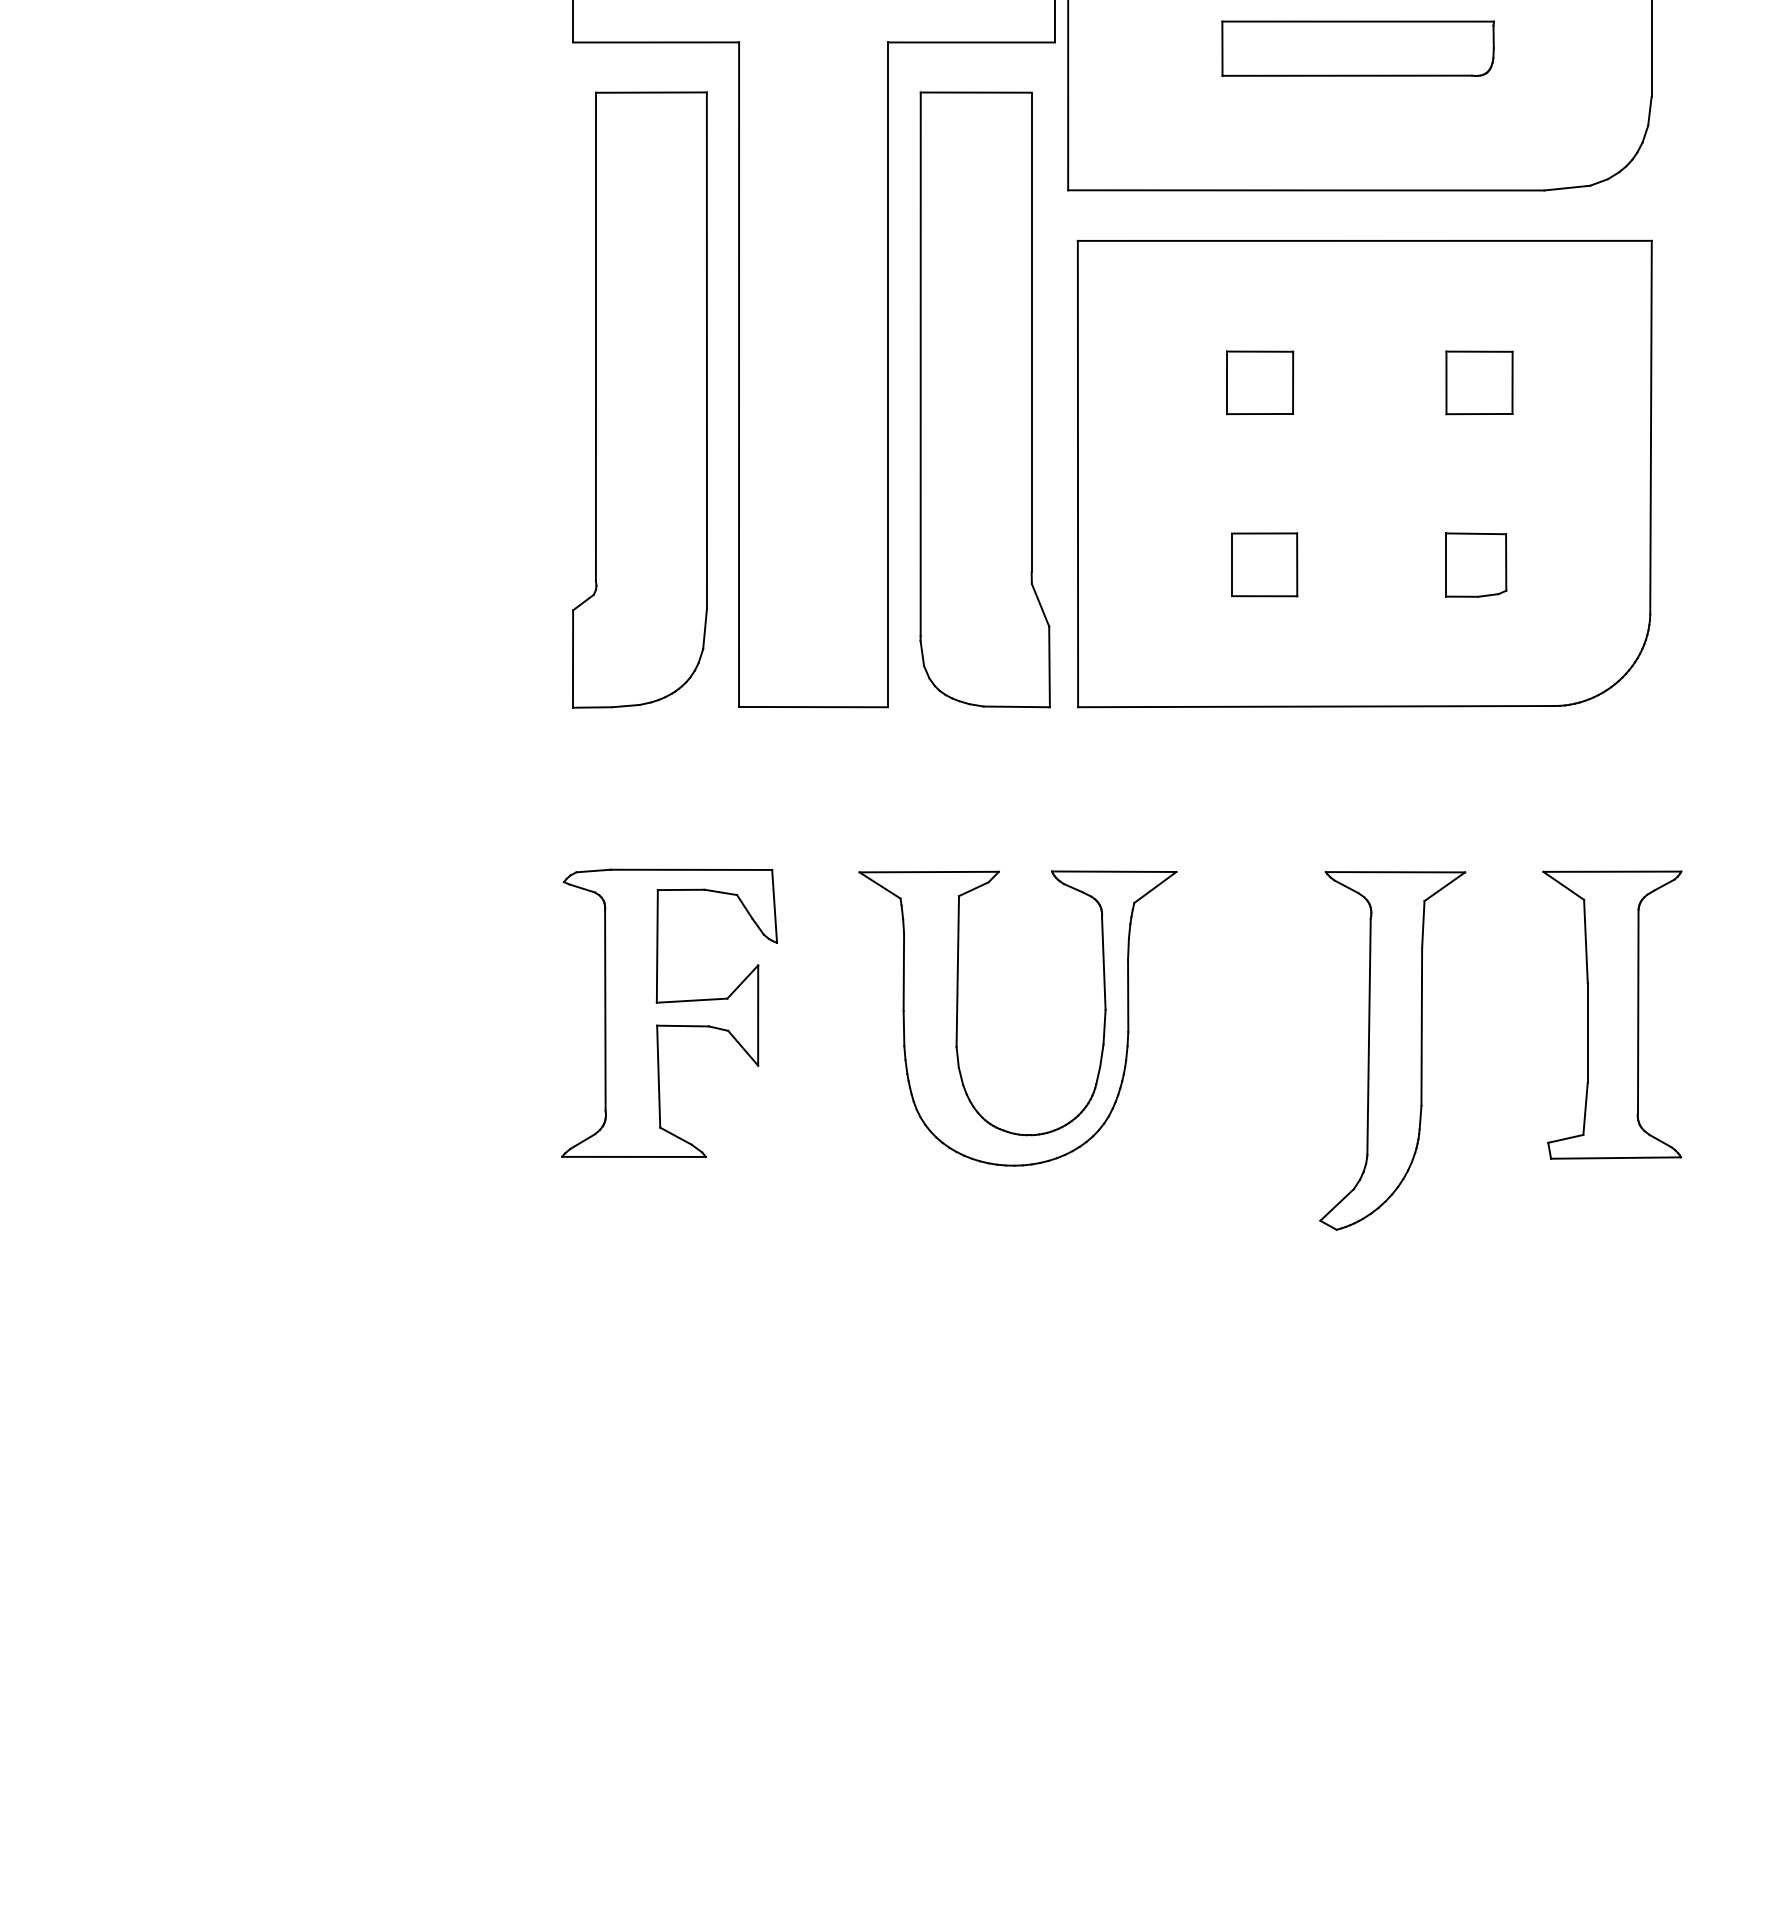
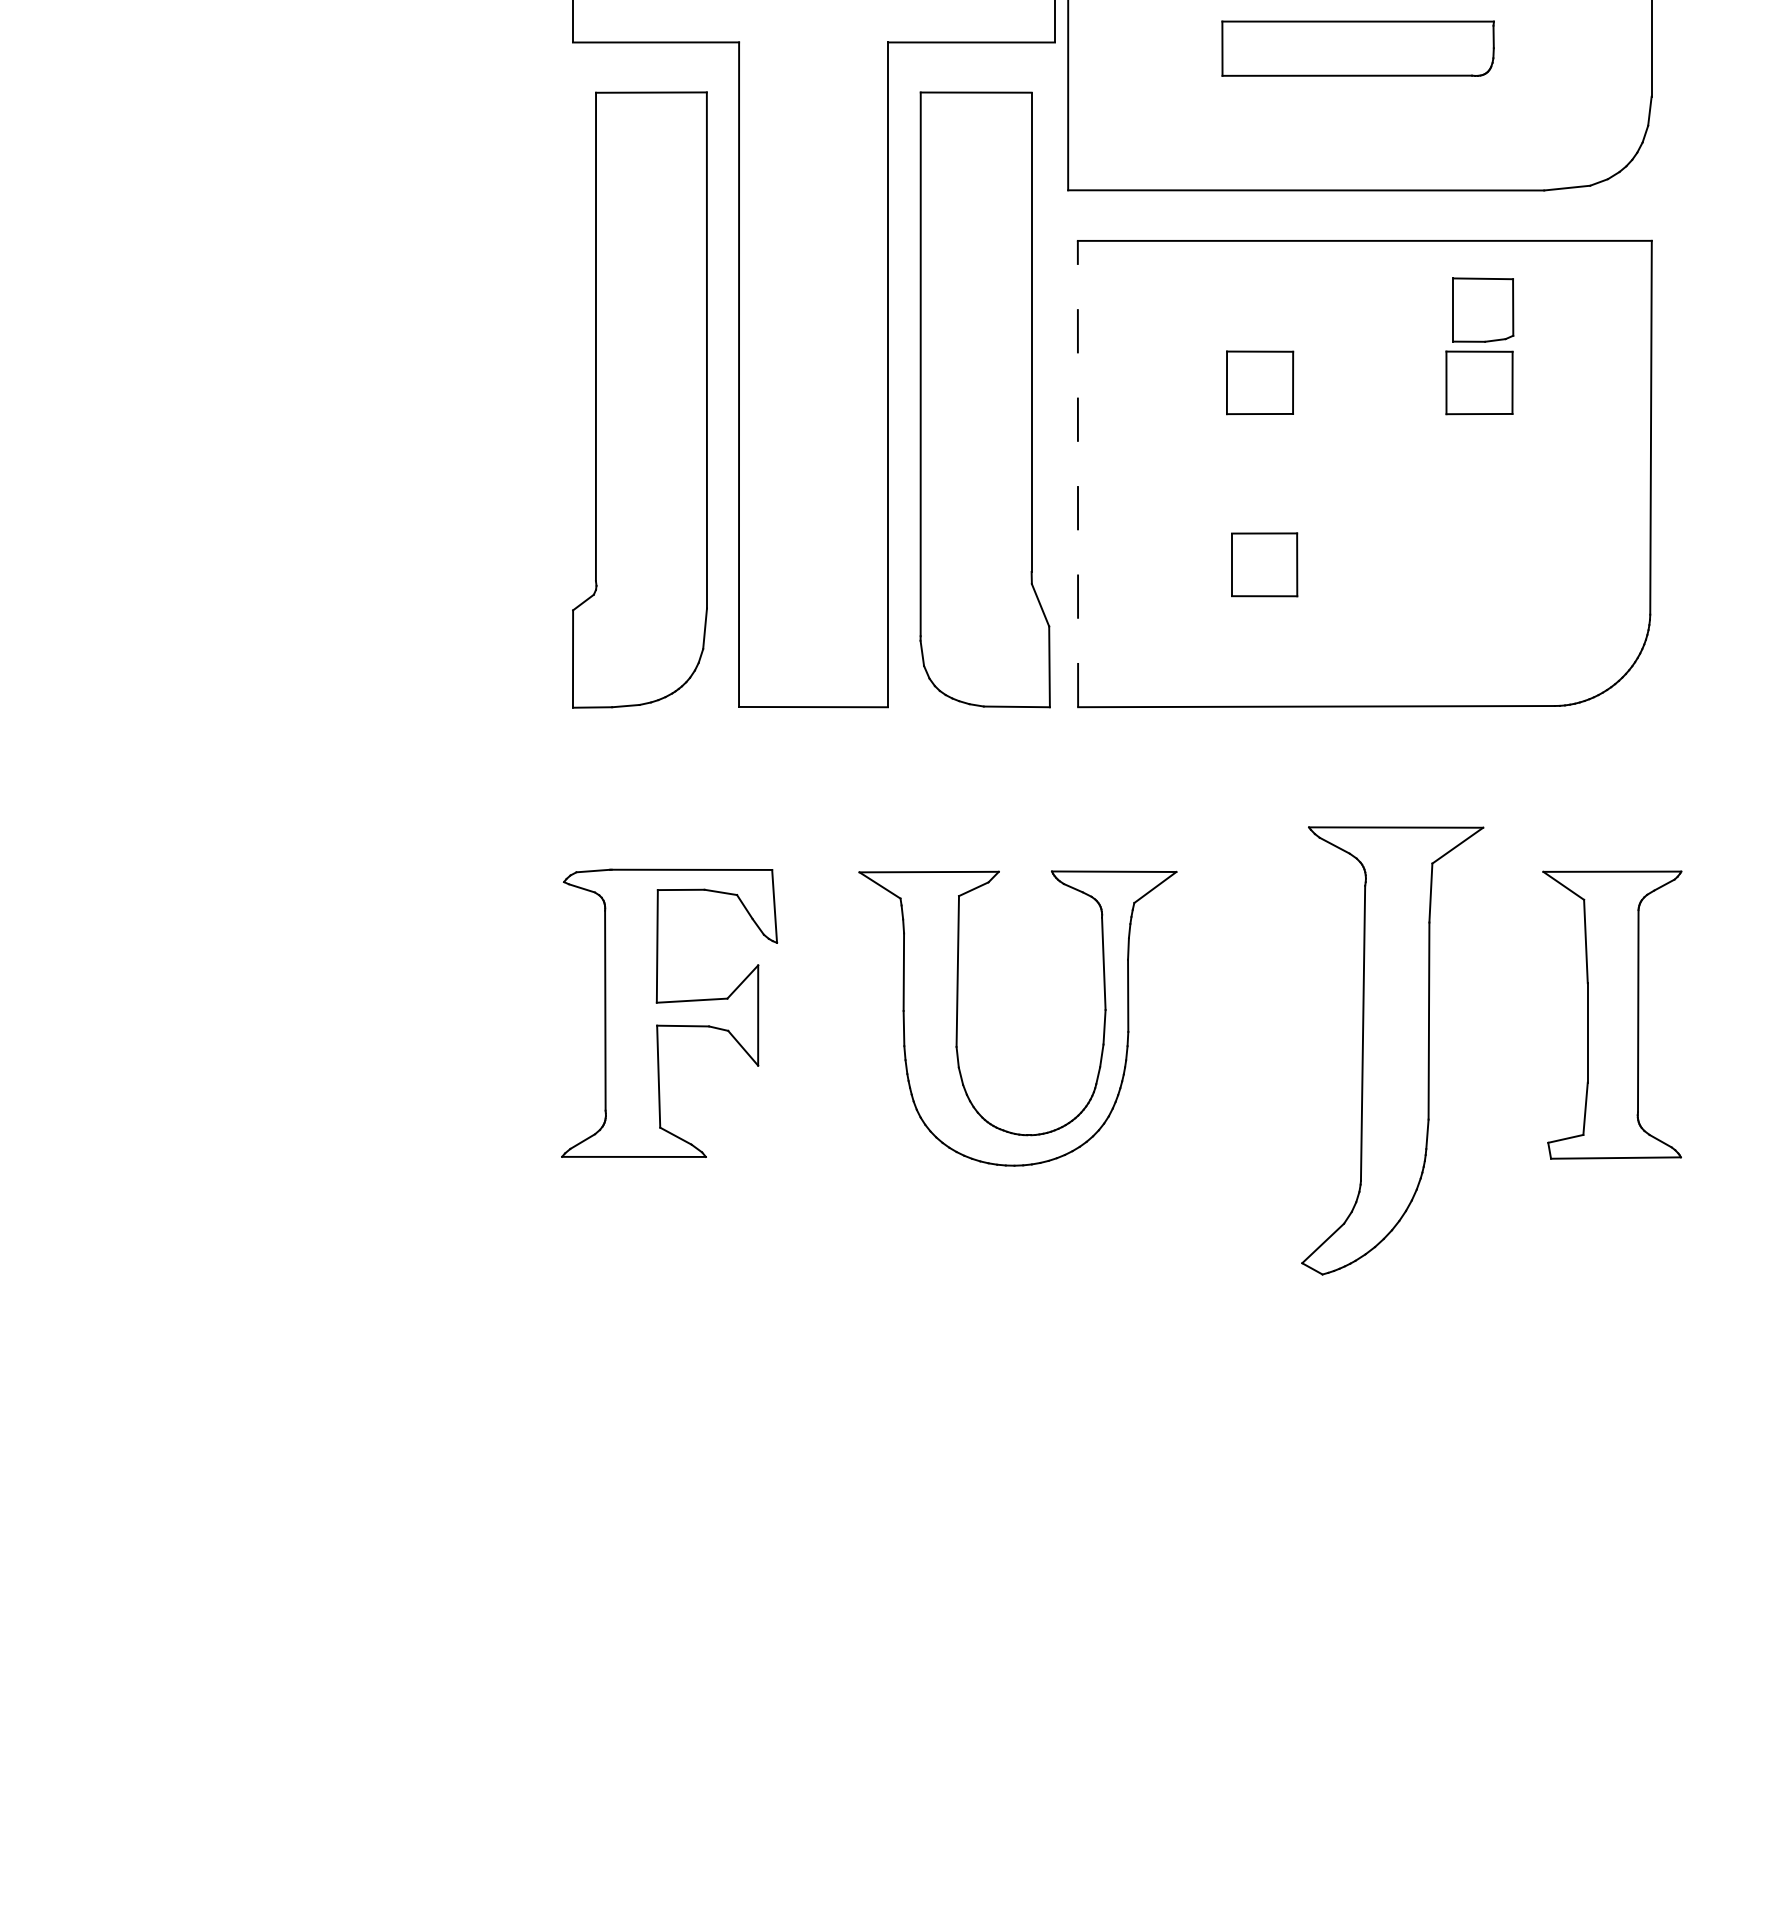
line at (1077, 473): solid -> dashed
part at (1476, 564) position: (1476, 564) -> (1483, 309)
part at (1392, 1050) size: 148x360 px -> 184x450 px
